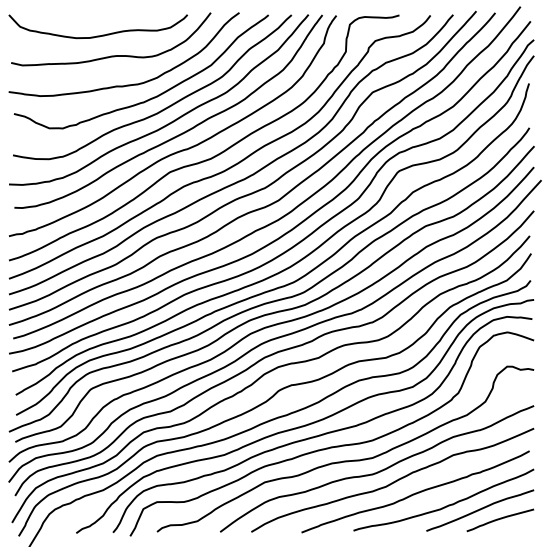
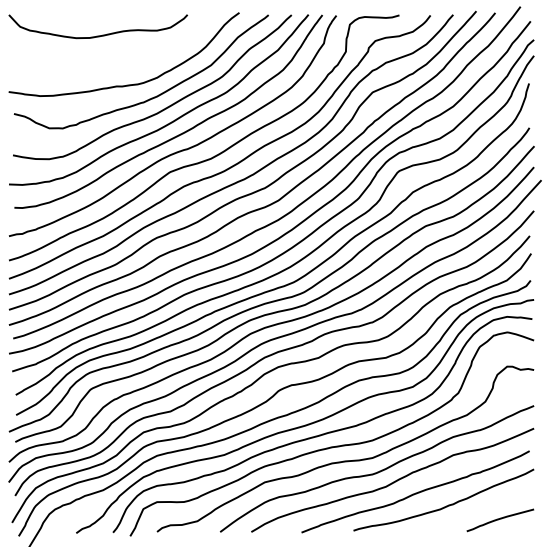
curve at (111, 55): present -> none
curve at (480, 510): present -> none
